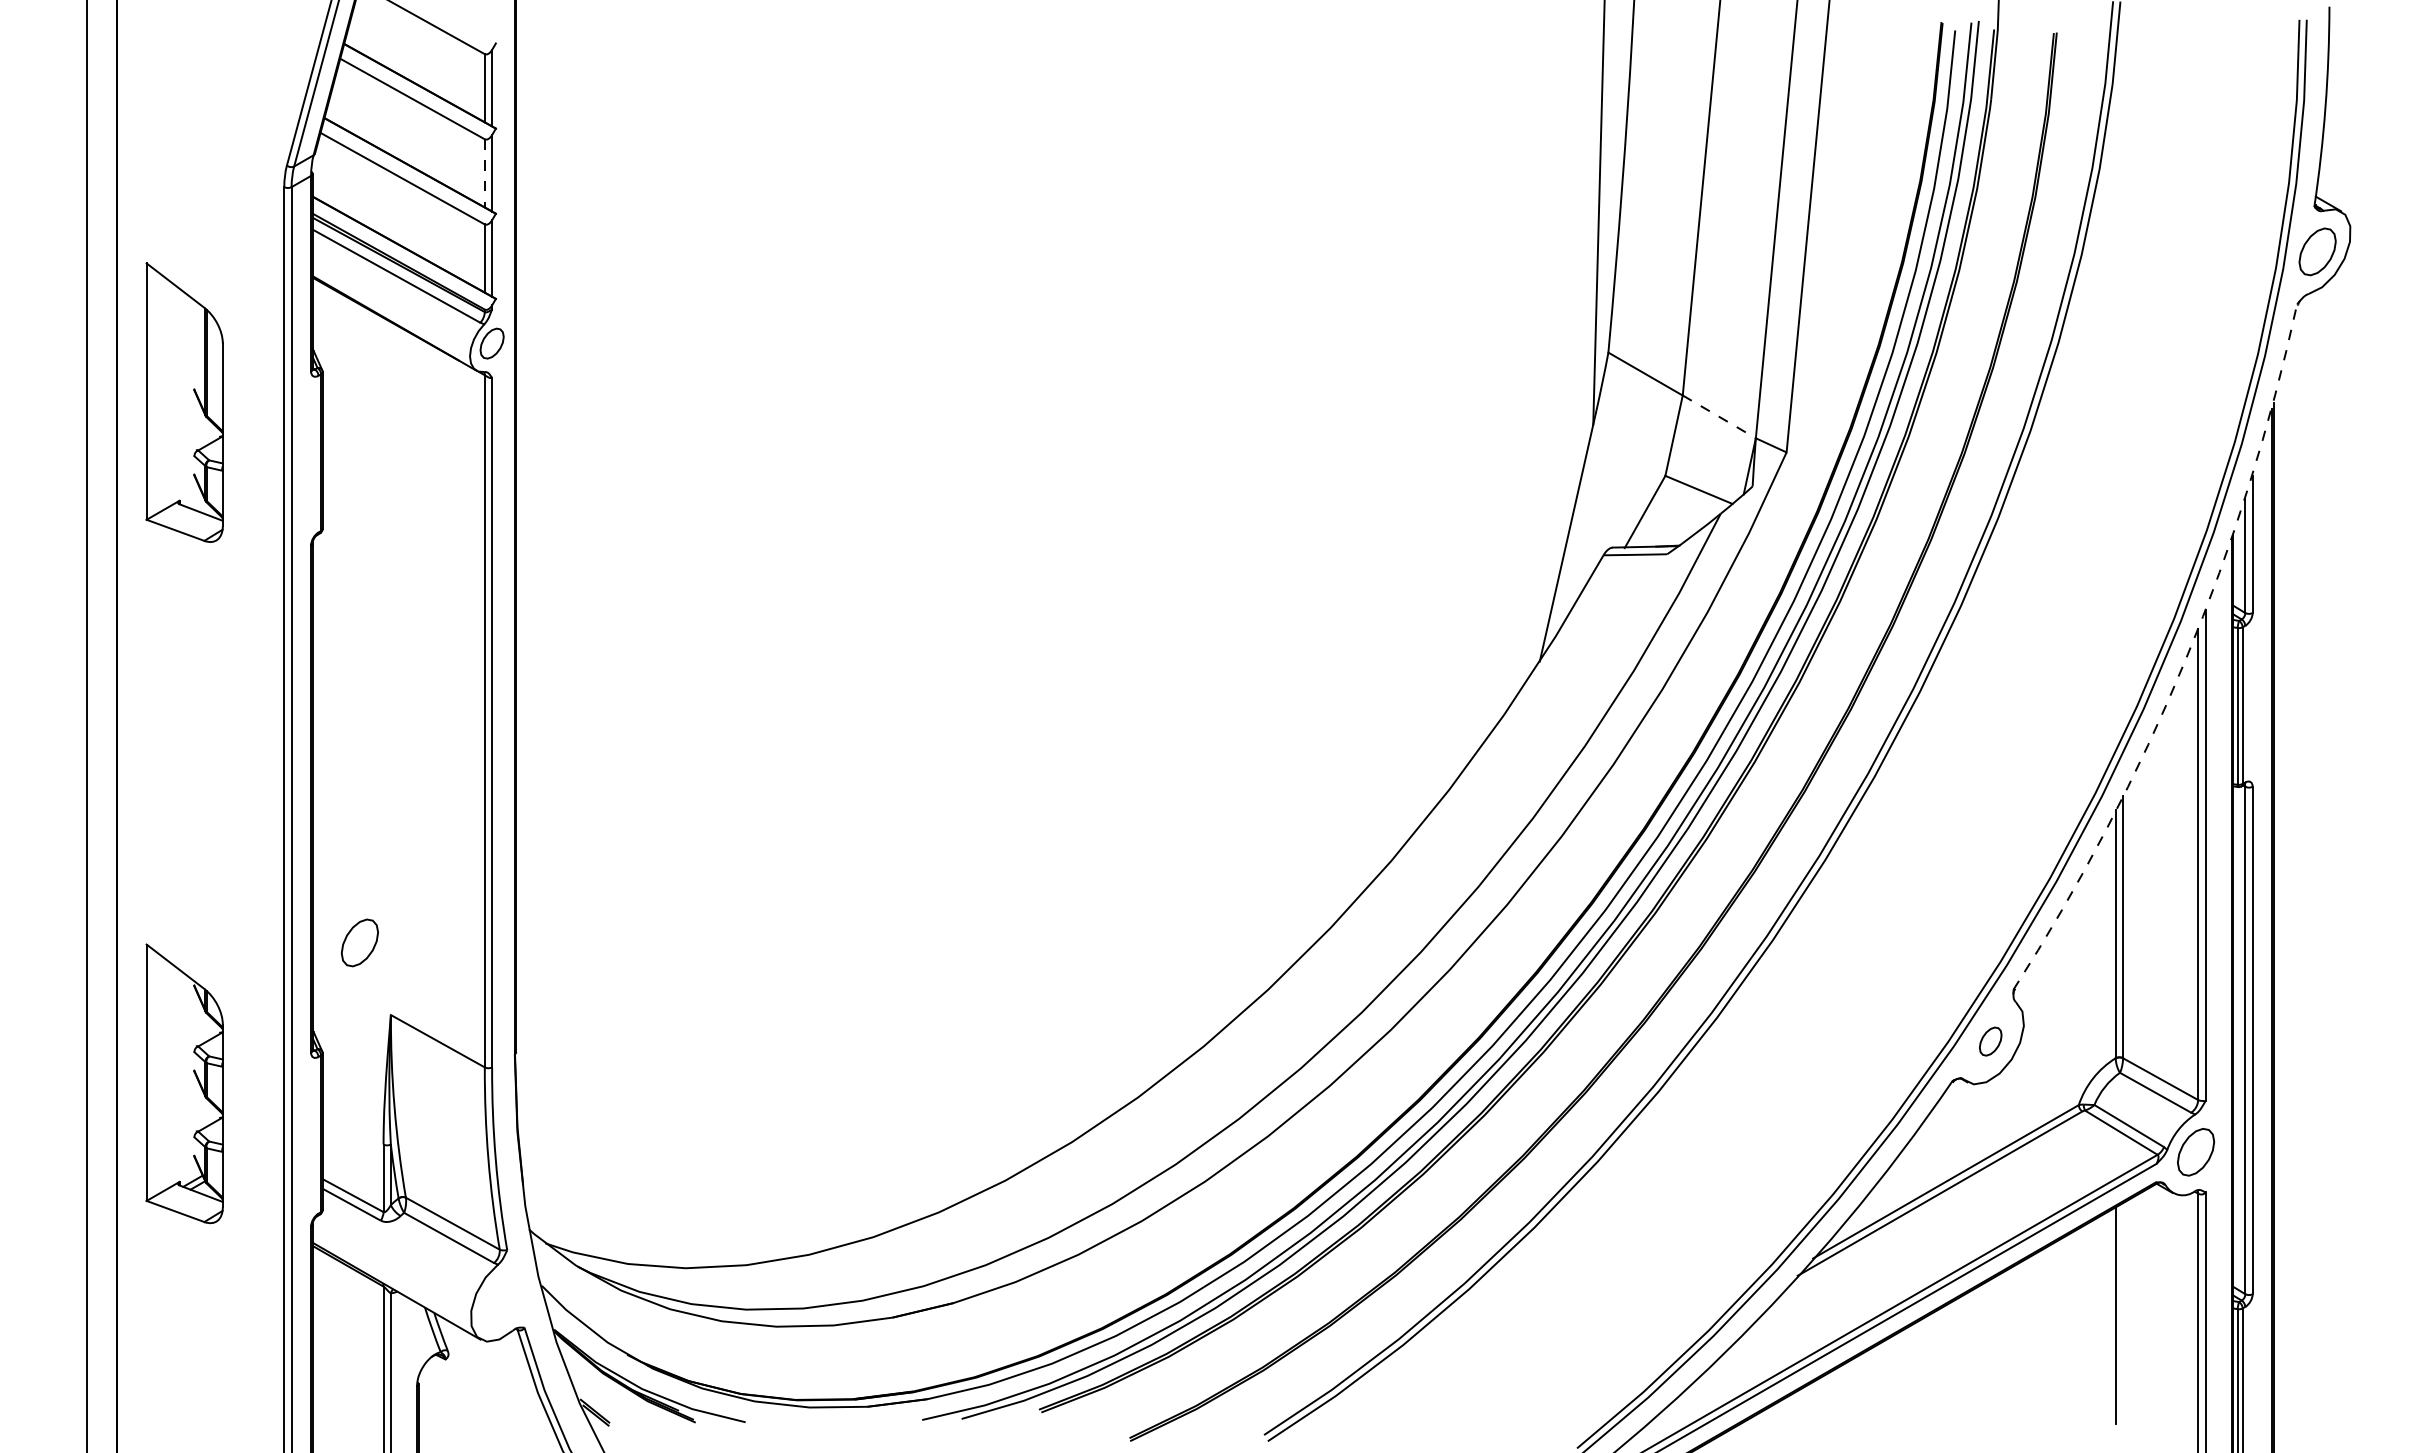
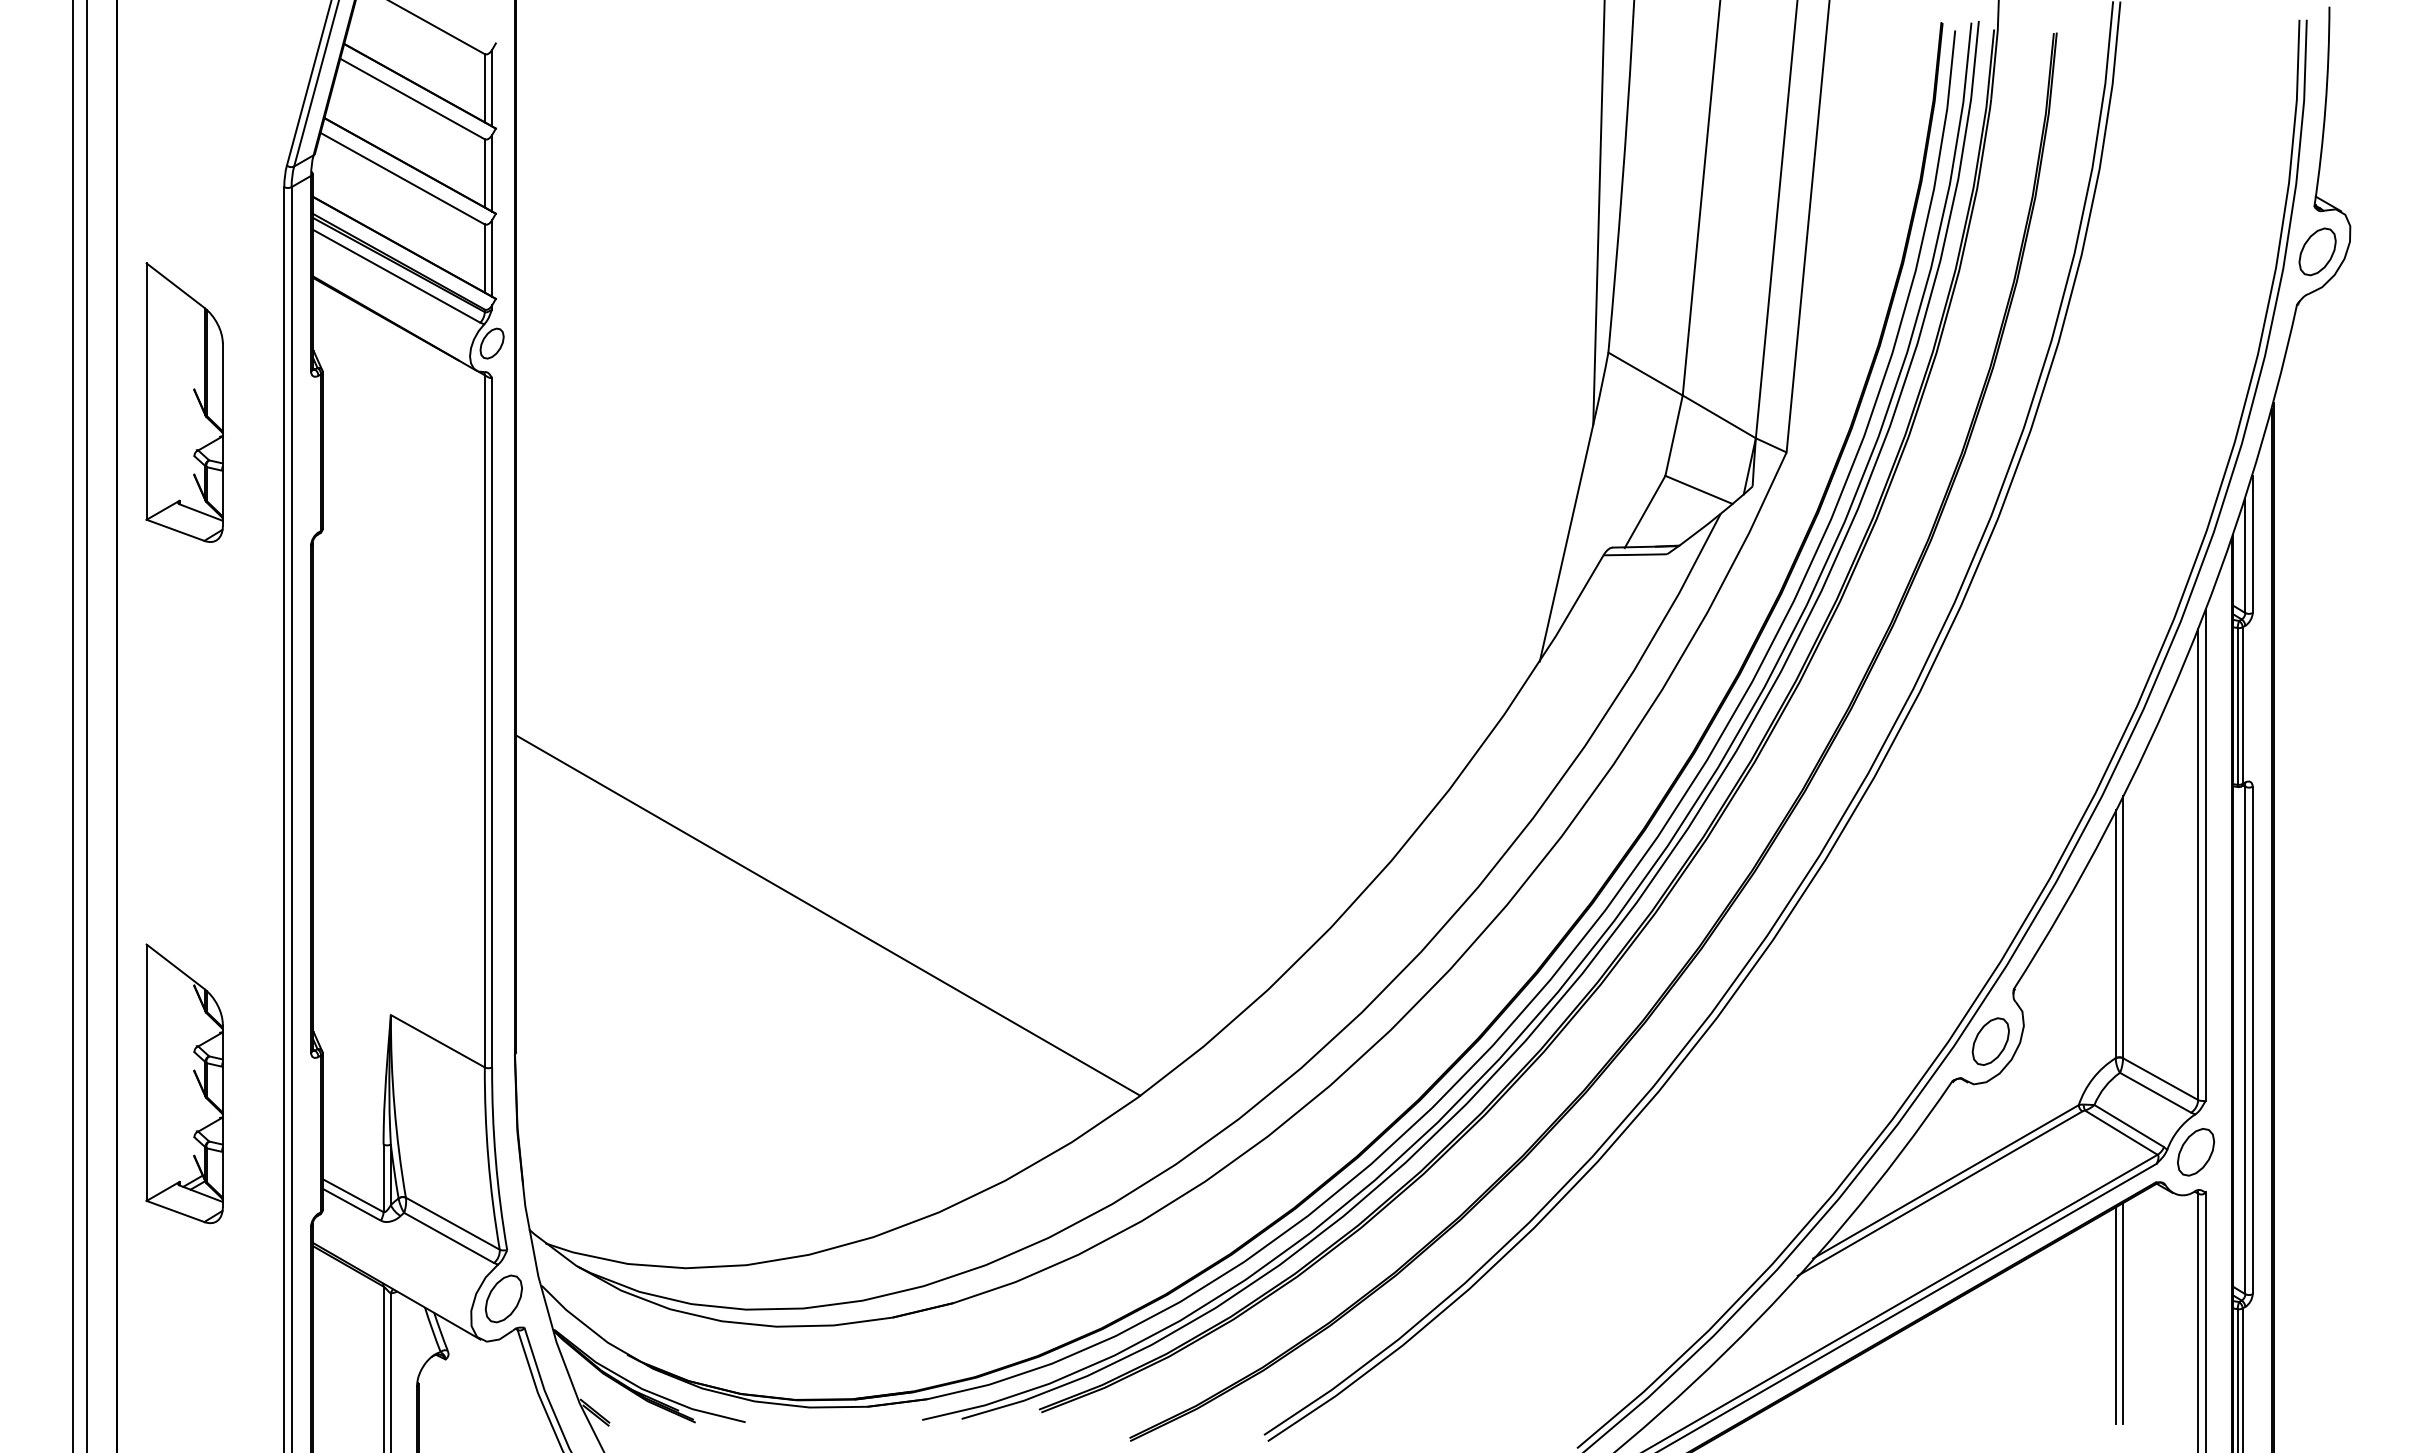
line at (484, 173): dashed -> solid
line at (1719, 417): dashed -> solid
arc at (2185, 659): dashed -> solid
line at (72, 725): none -> present
line at (828, 915): none -> present
part at (359, 942) position: (359, 942) -> (503, 1298)
part at (1990, 1041) size: 24x31 px -> 39x49 px
line at (2123, 1313): none -> present
